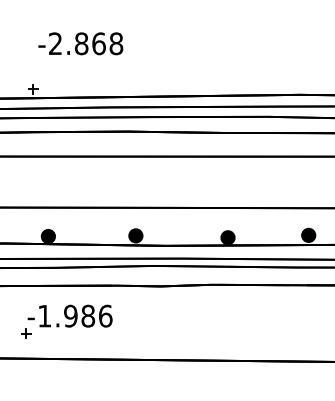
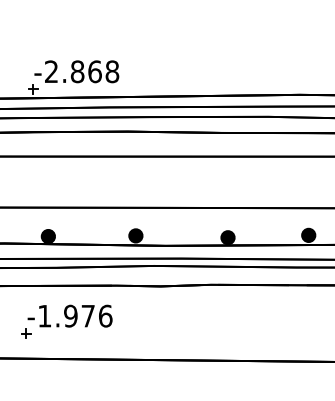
text at (80, 43) position: (80, 43) -> (76, 71)
text at (88, 315): -1.986 -> -1.976
